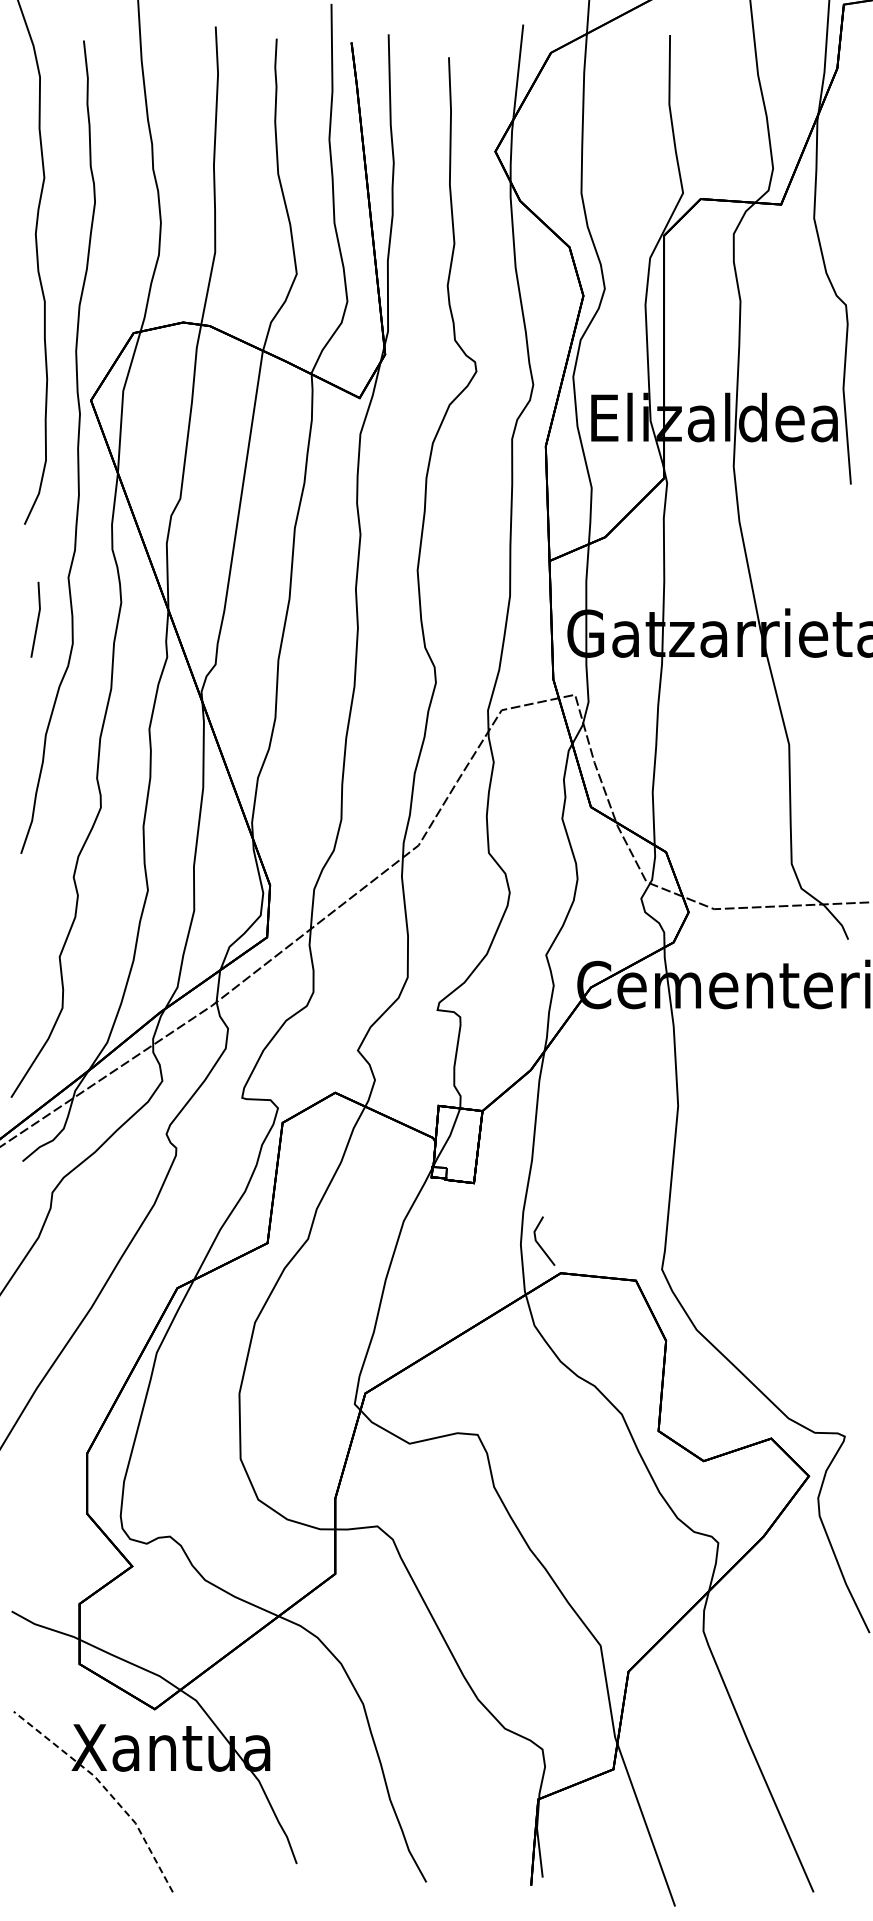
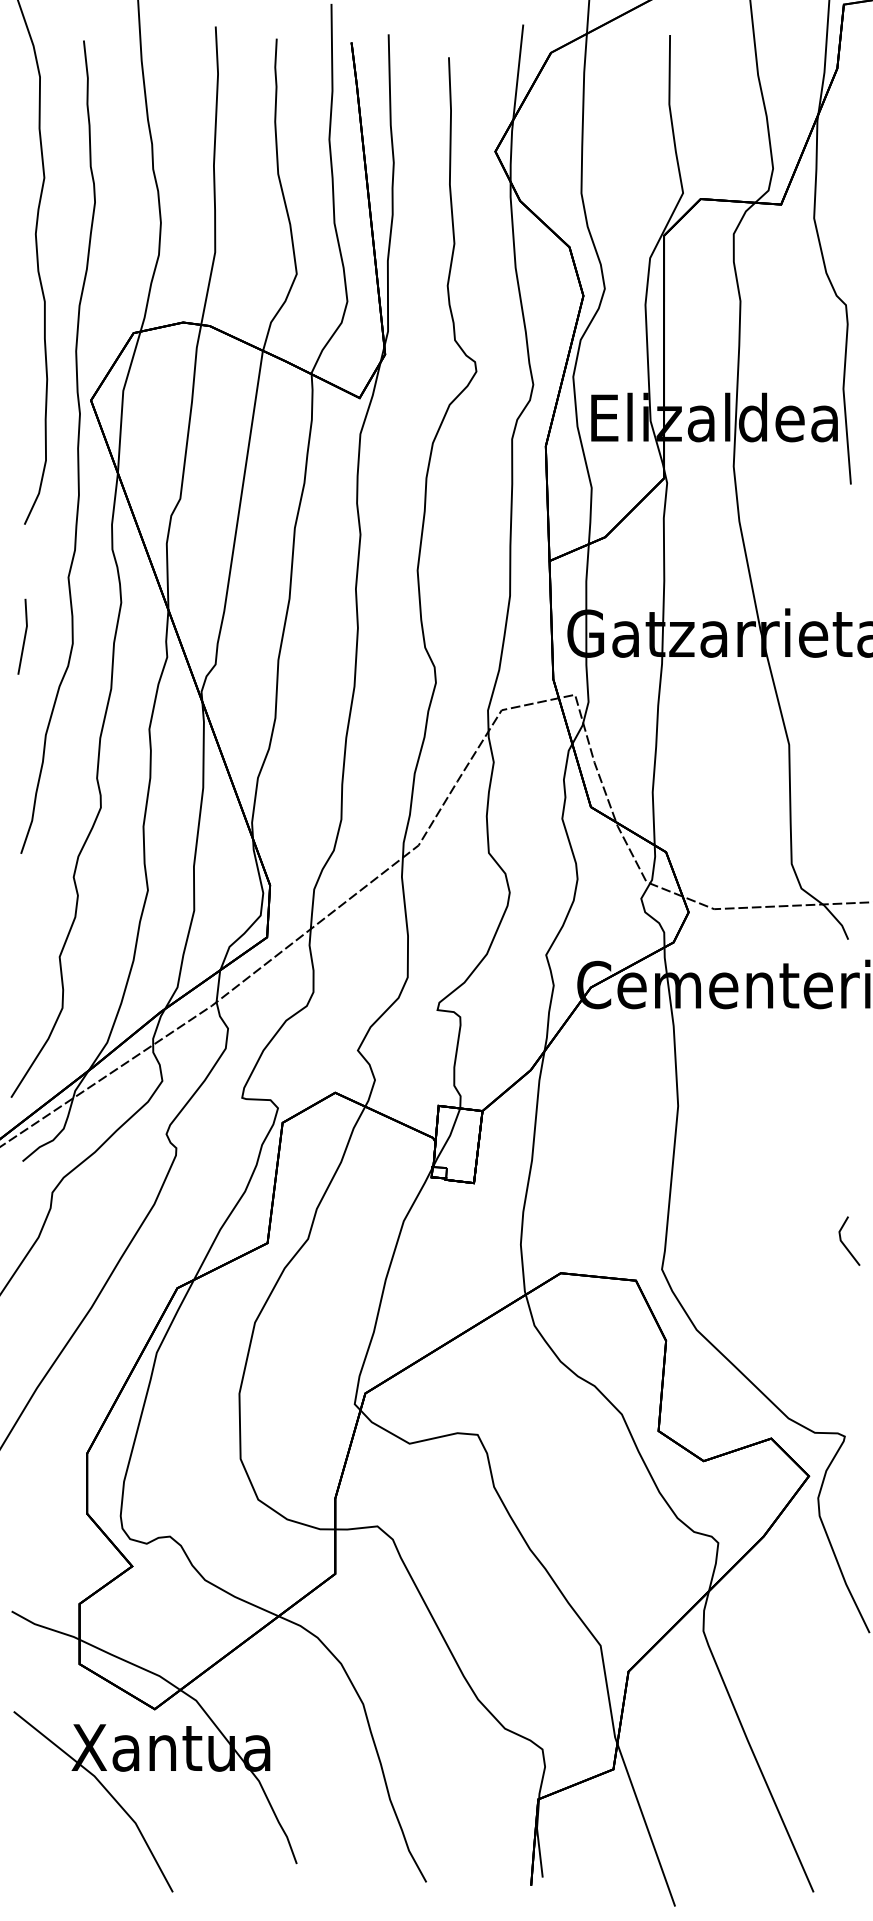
line at (37, 619) position: (37, 619) -> (24, 636)
line at (539, 1243) position: (539, 1243) -> (844, 1243)
line at (106, 1790): dashed -> solid
